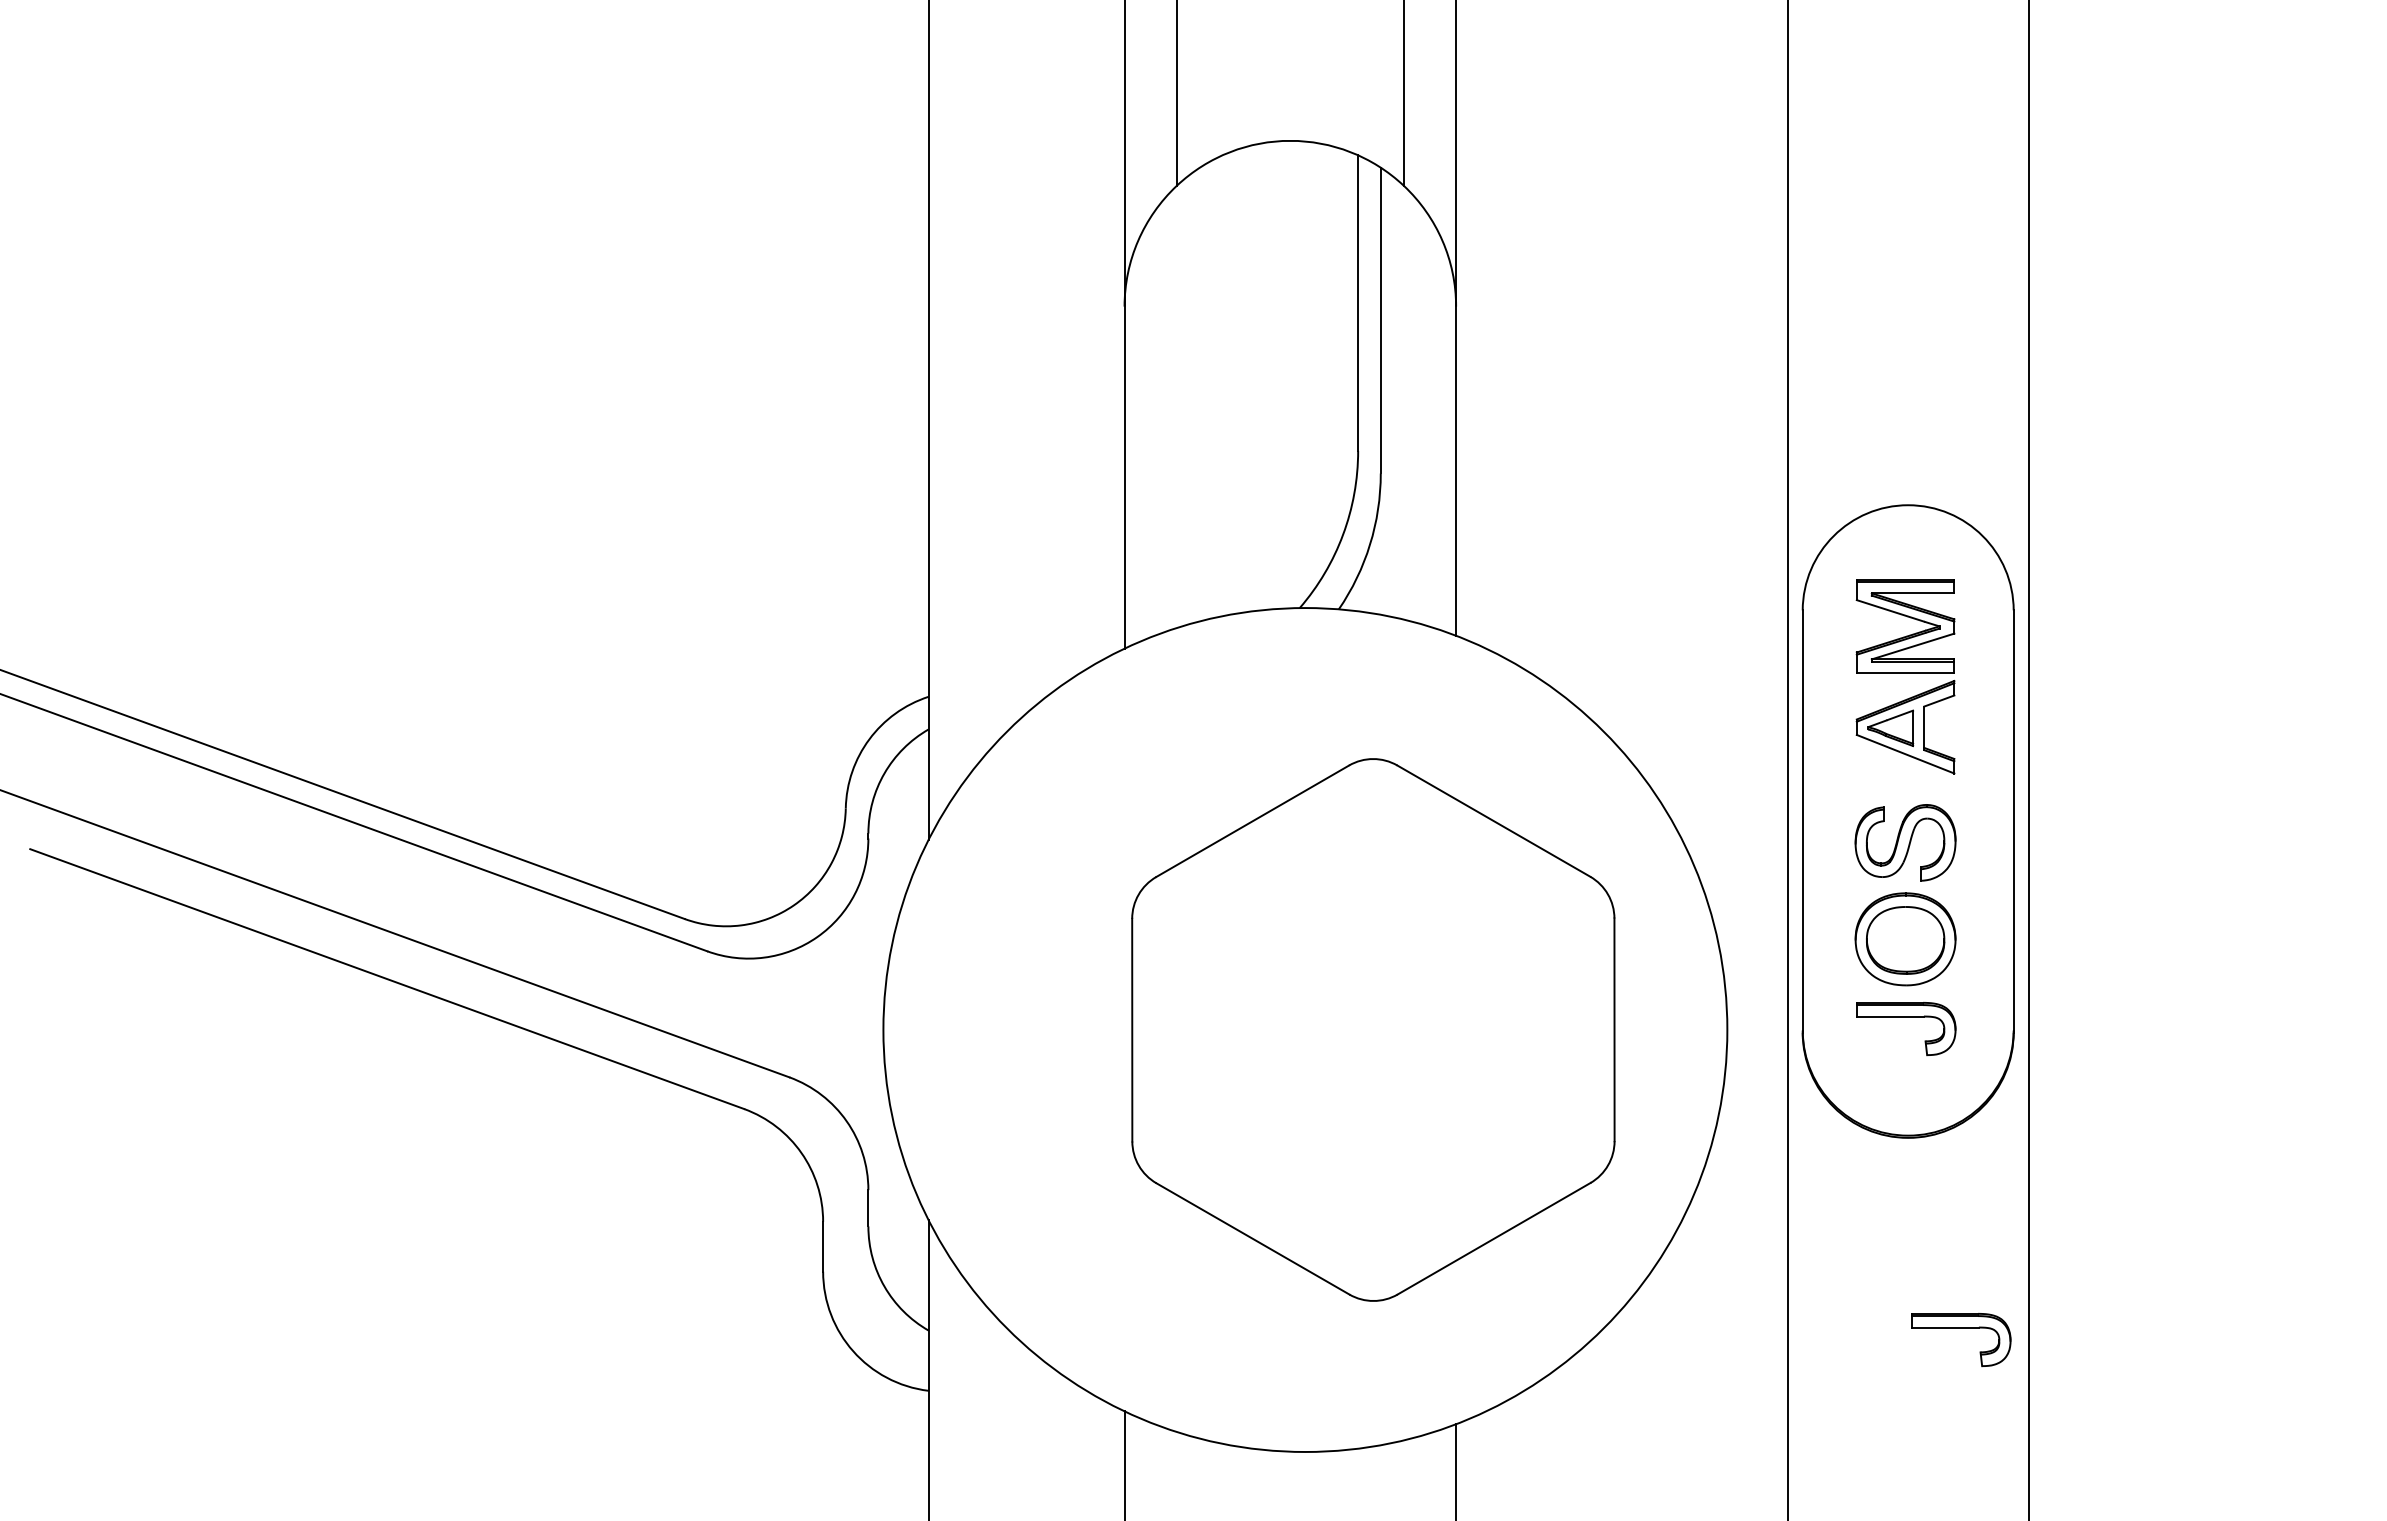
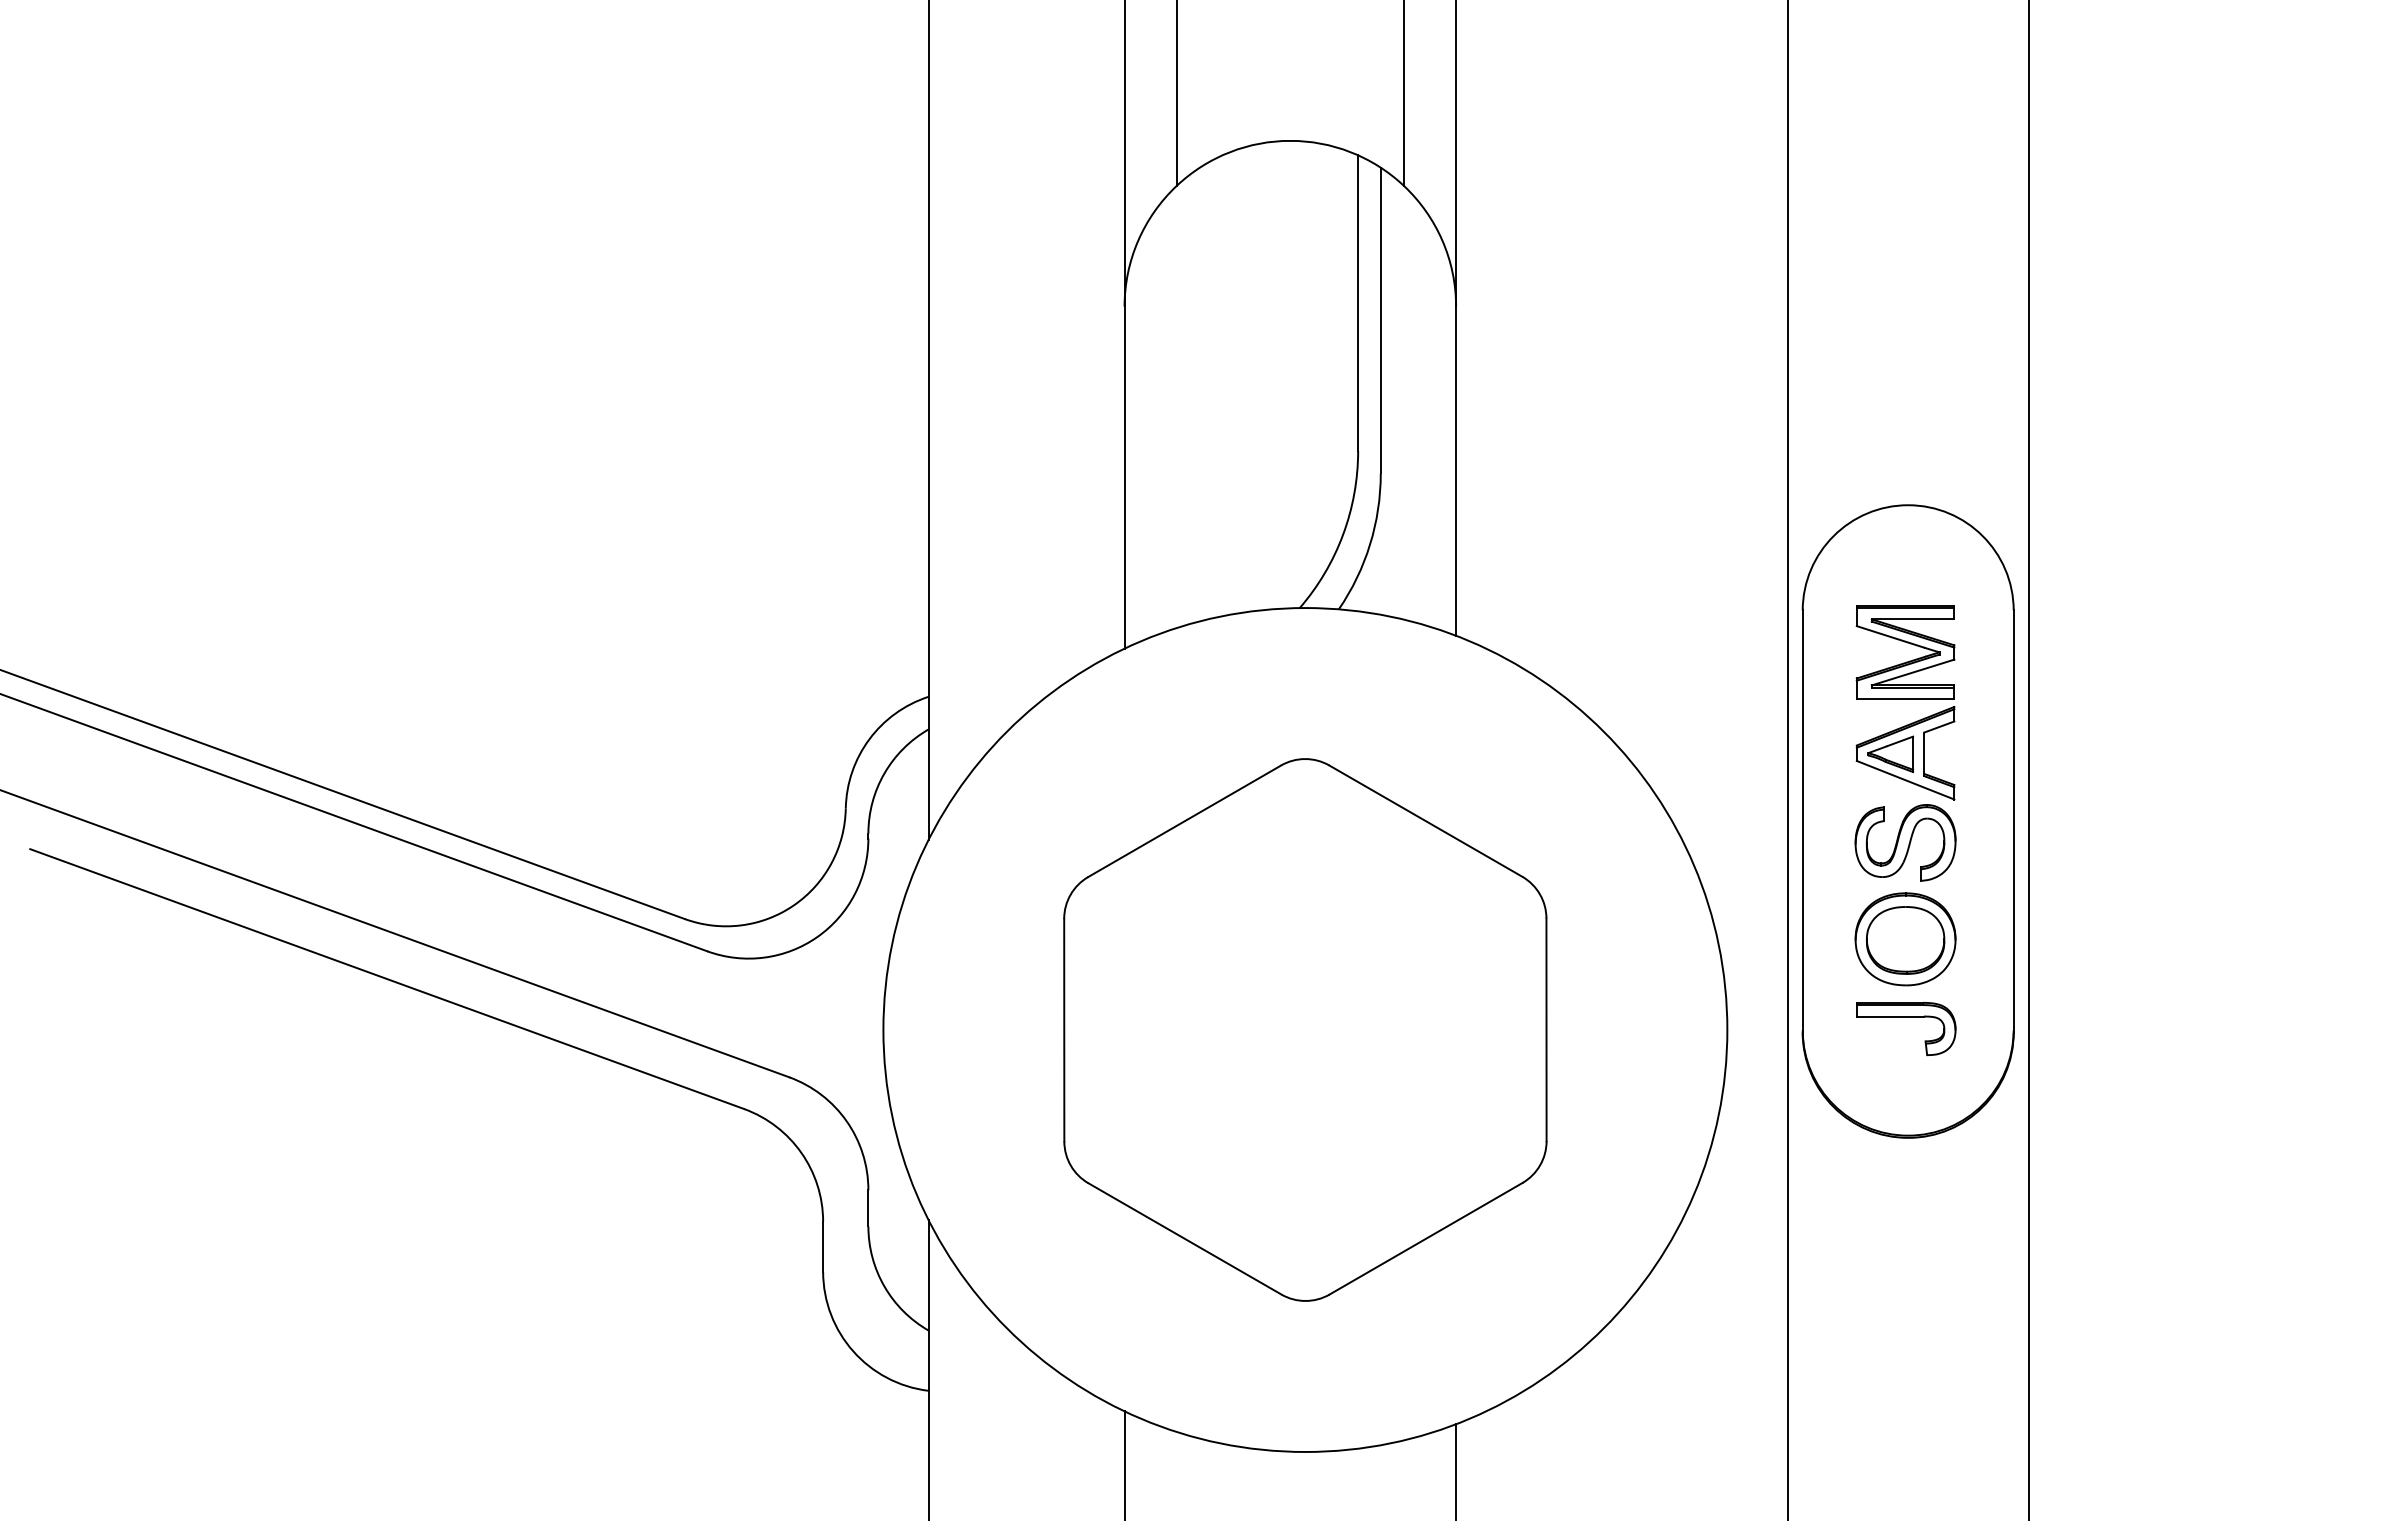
part at (1905, 676) position: (1905, 676) -> (1905, 702)
part at (1373, 1029) position: (1373, 1029) -> (1305, 1029)
part at (1961, 1328): present -> none
